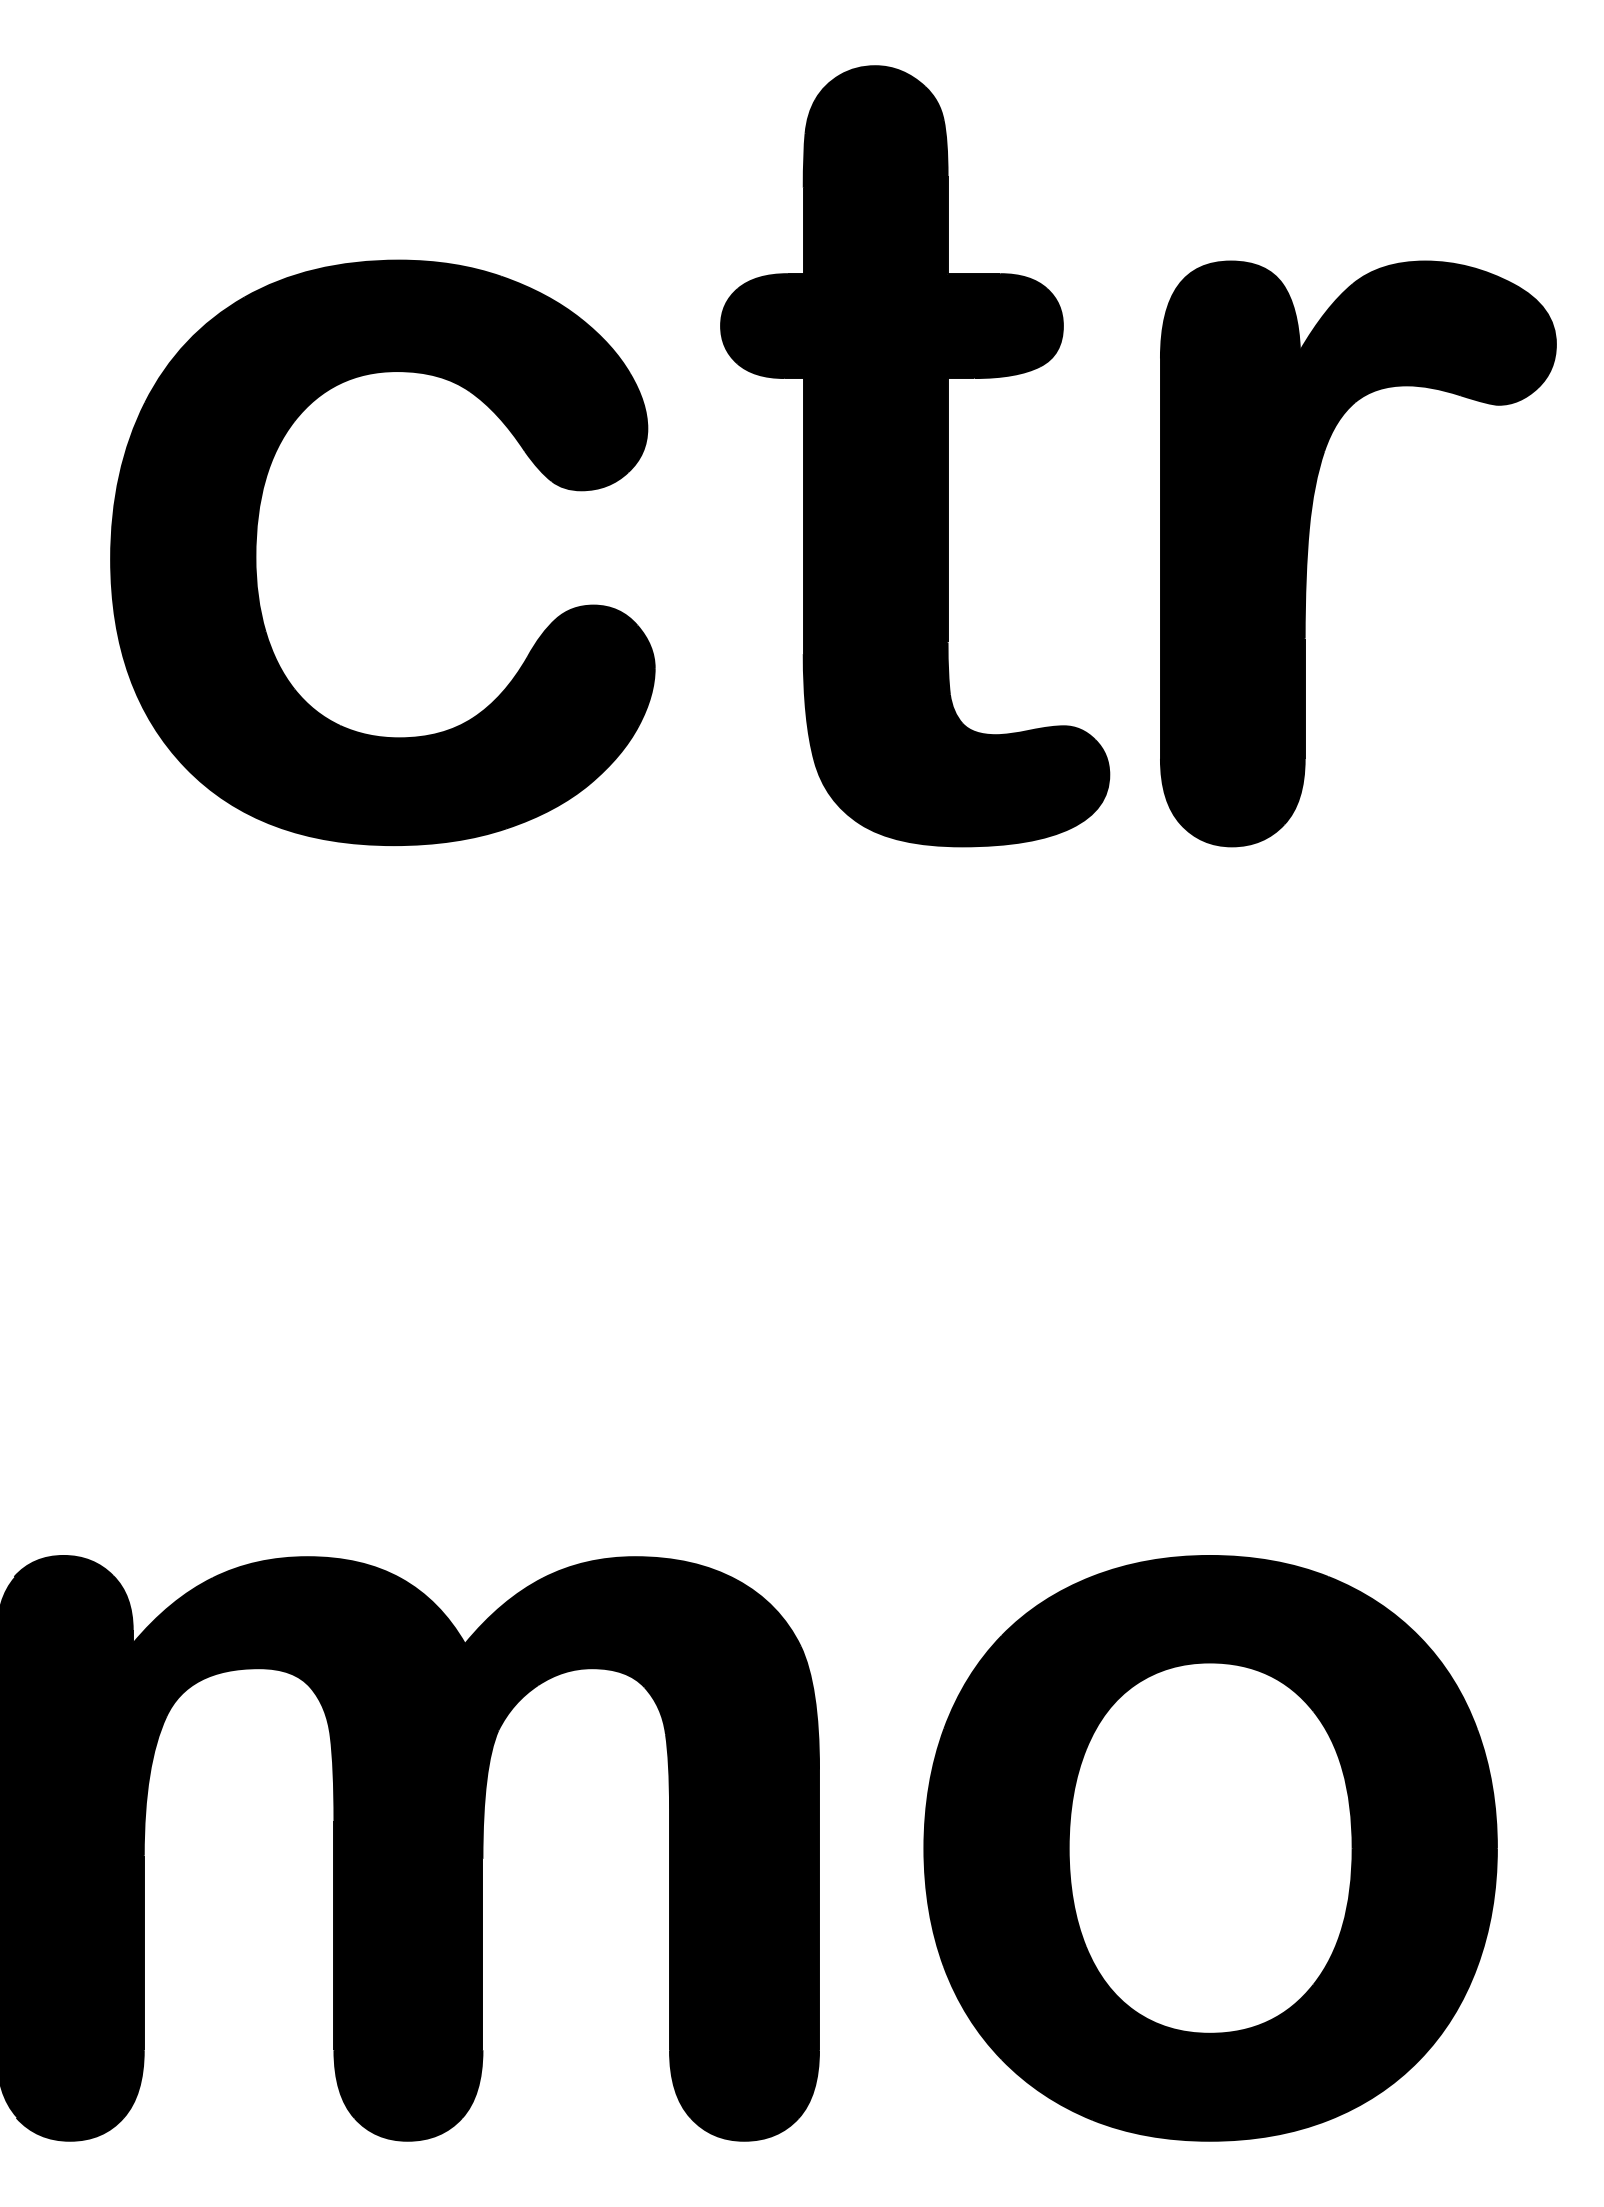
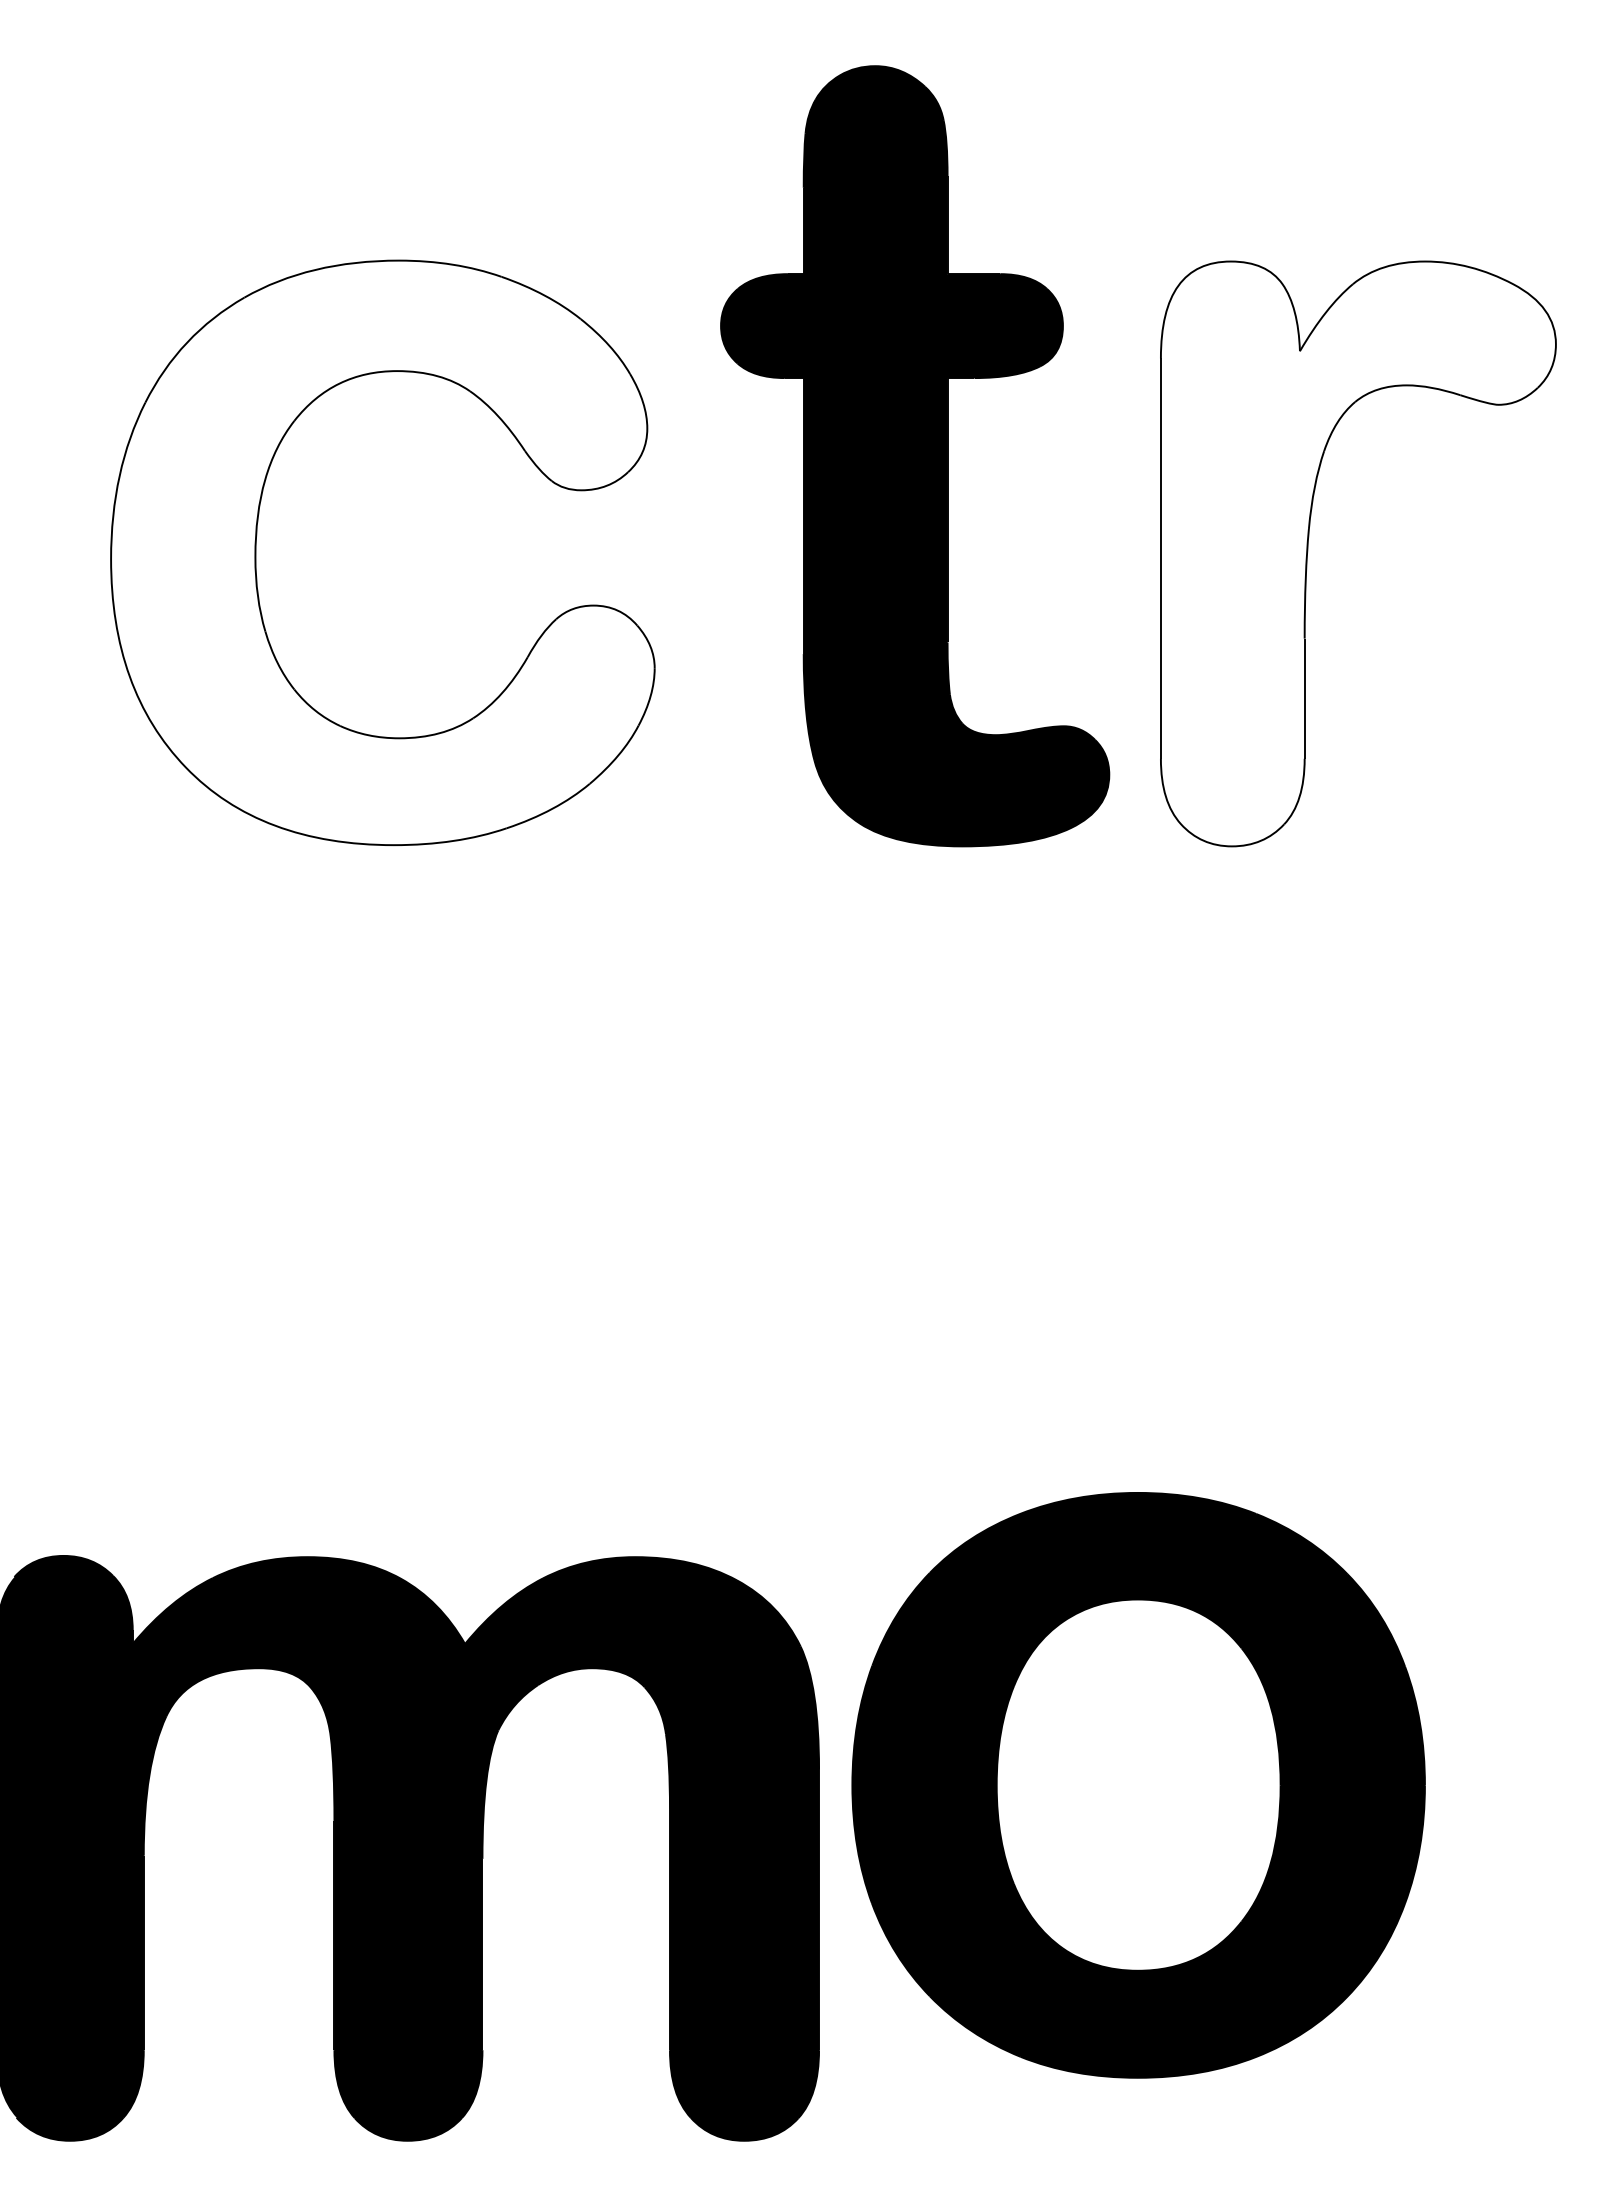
fill at (382, 552): present -> none
fill at (1357, 553): present -> none
part at (1210, 1848) position: (1210, 1848) -> (1138, 1785)
